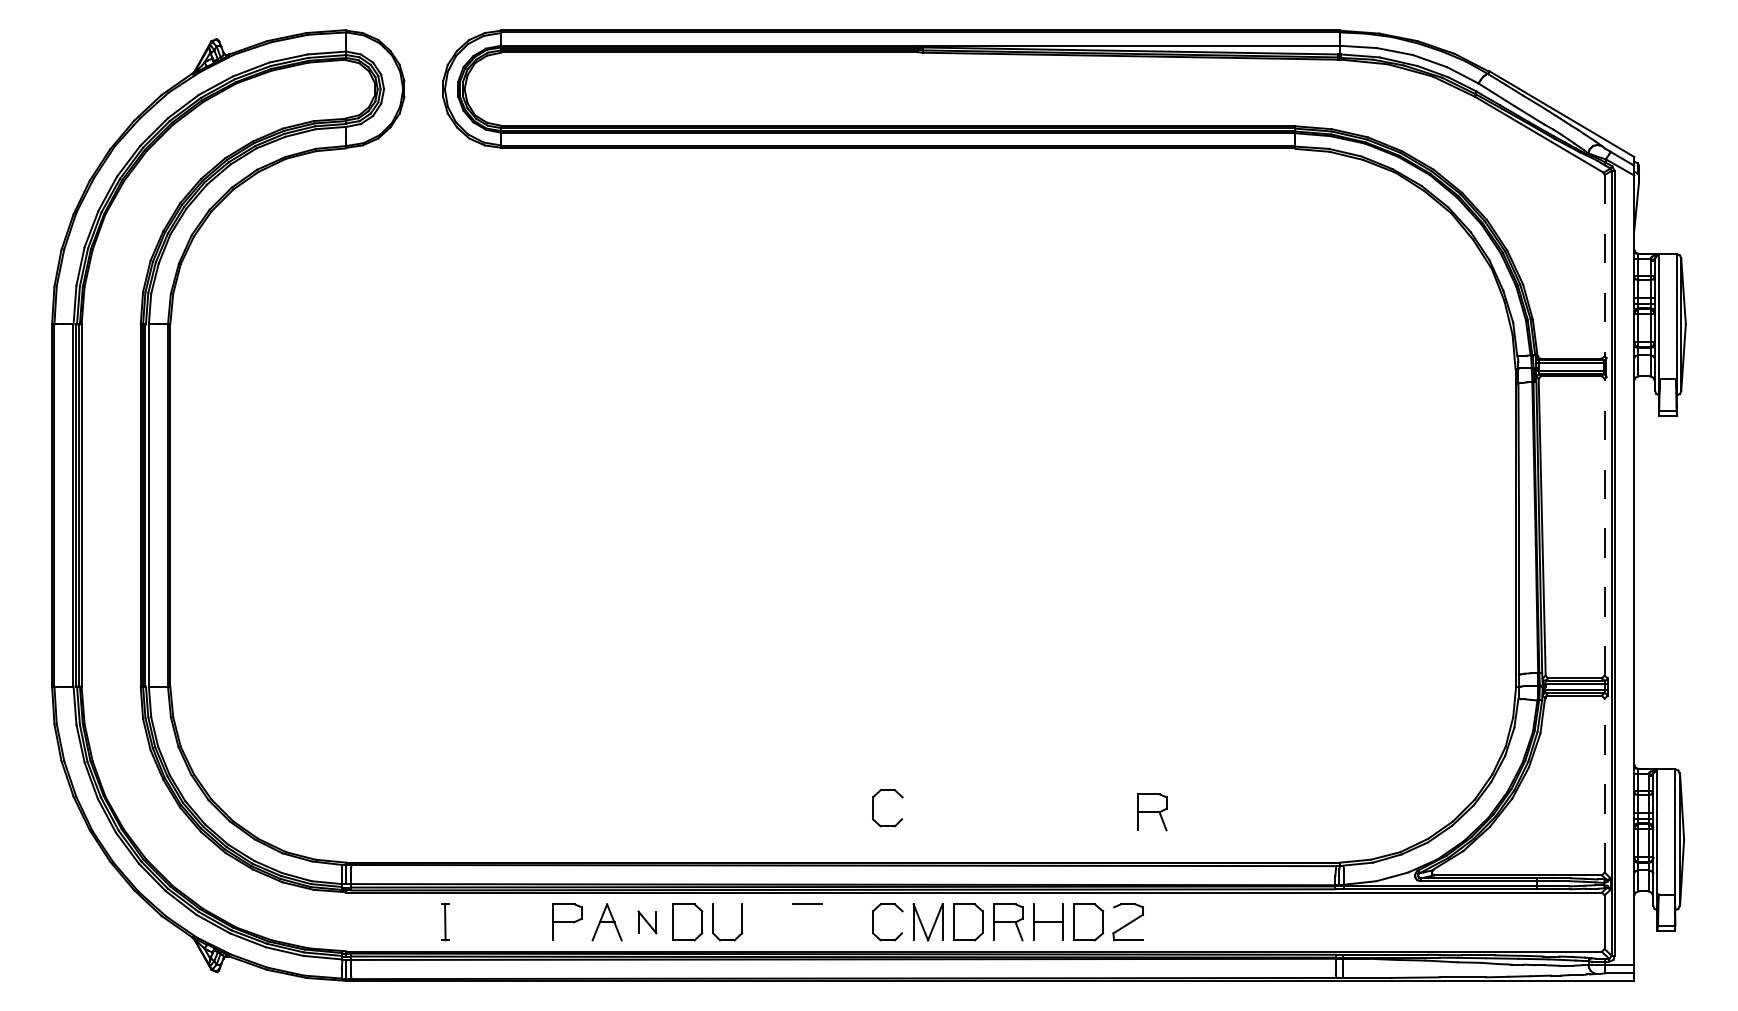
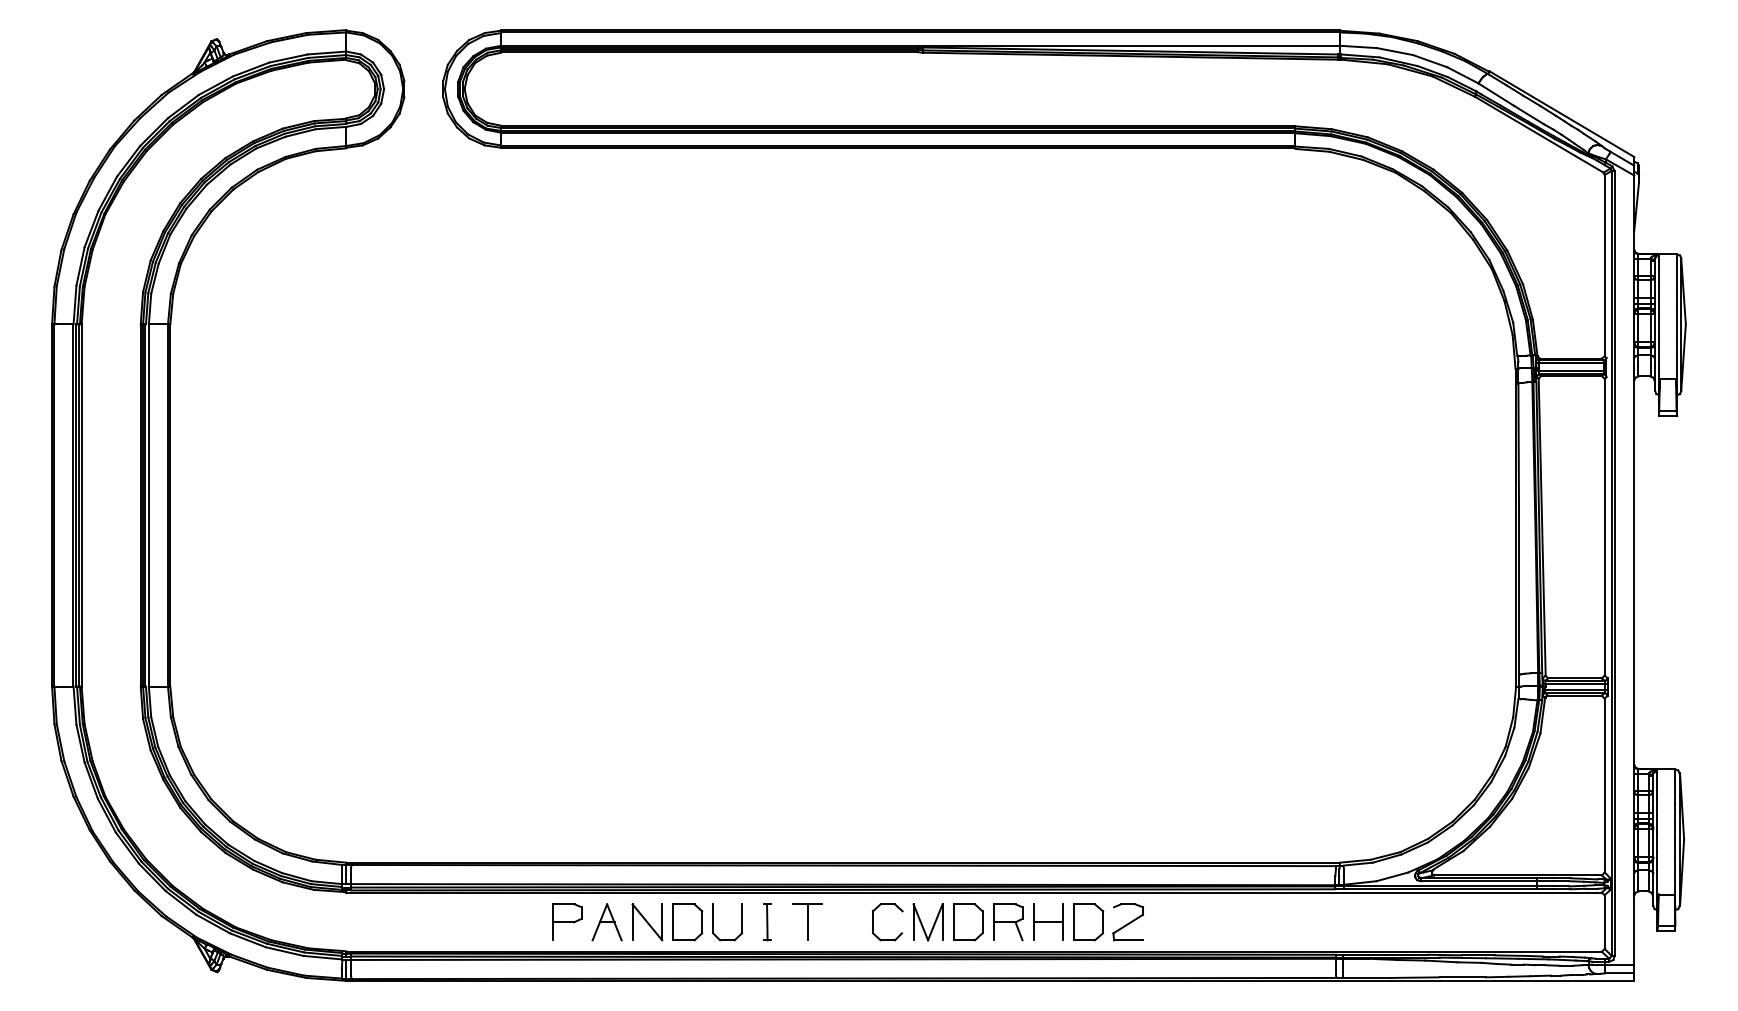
line at (1604, 265): dashed -> solid
line at (1604, 526): dashed -> solid
line at (1604, 785): dashed -> solid
part at (873, 808): present -> none
part at (1152, 812): present -> none
part at (445, 922) position: (445, 922) -> (767, 922)
part at (647, 922) size: 21x25 px -> 33x39 px
line at (807, 922): none -> present
